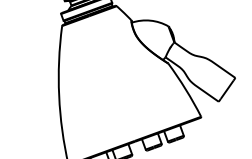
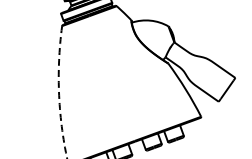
arc at (59, 92): solid -> dashed
